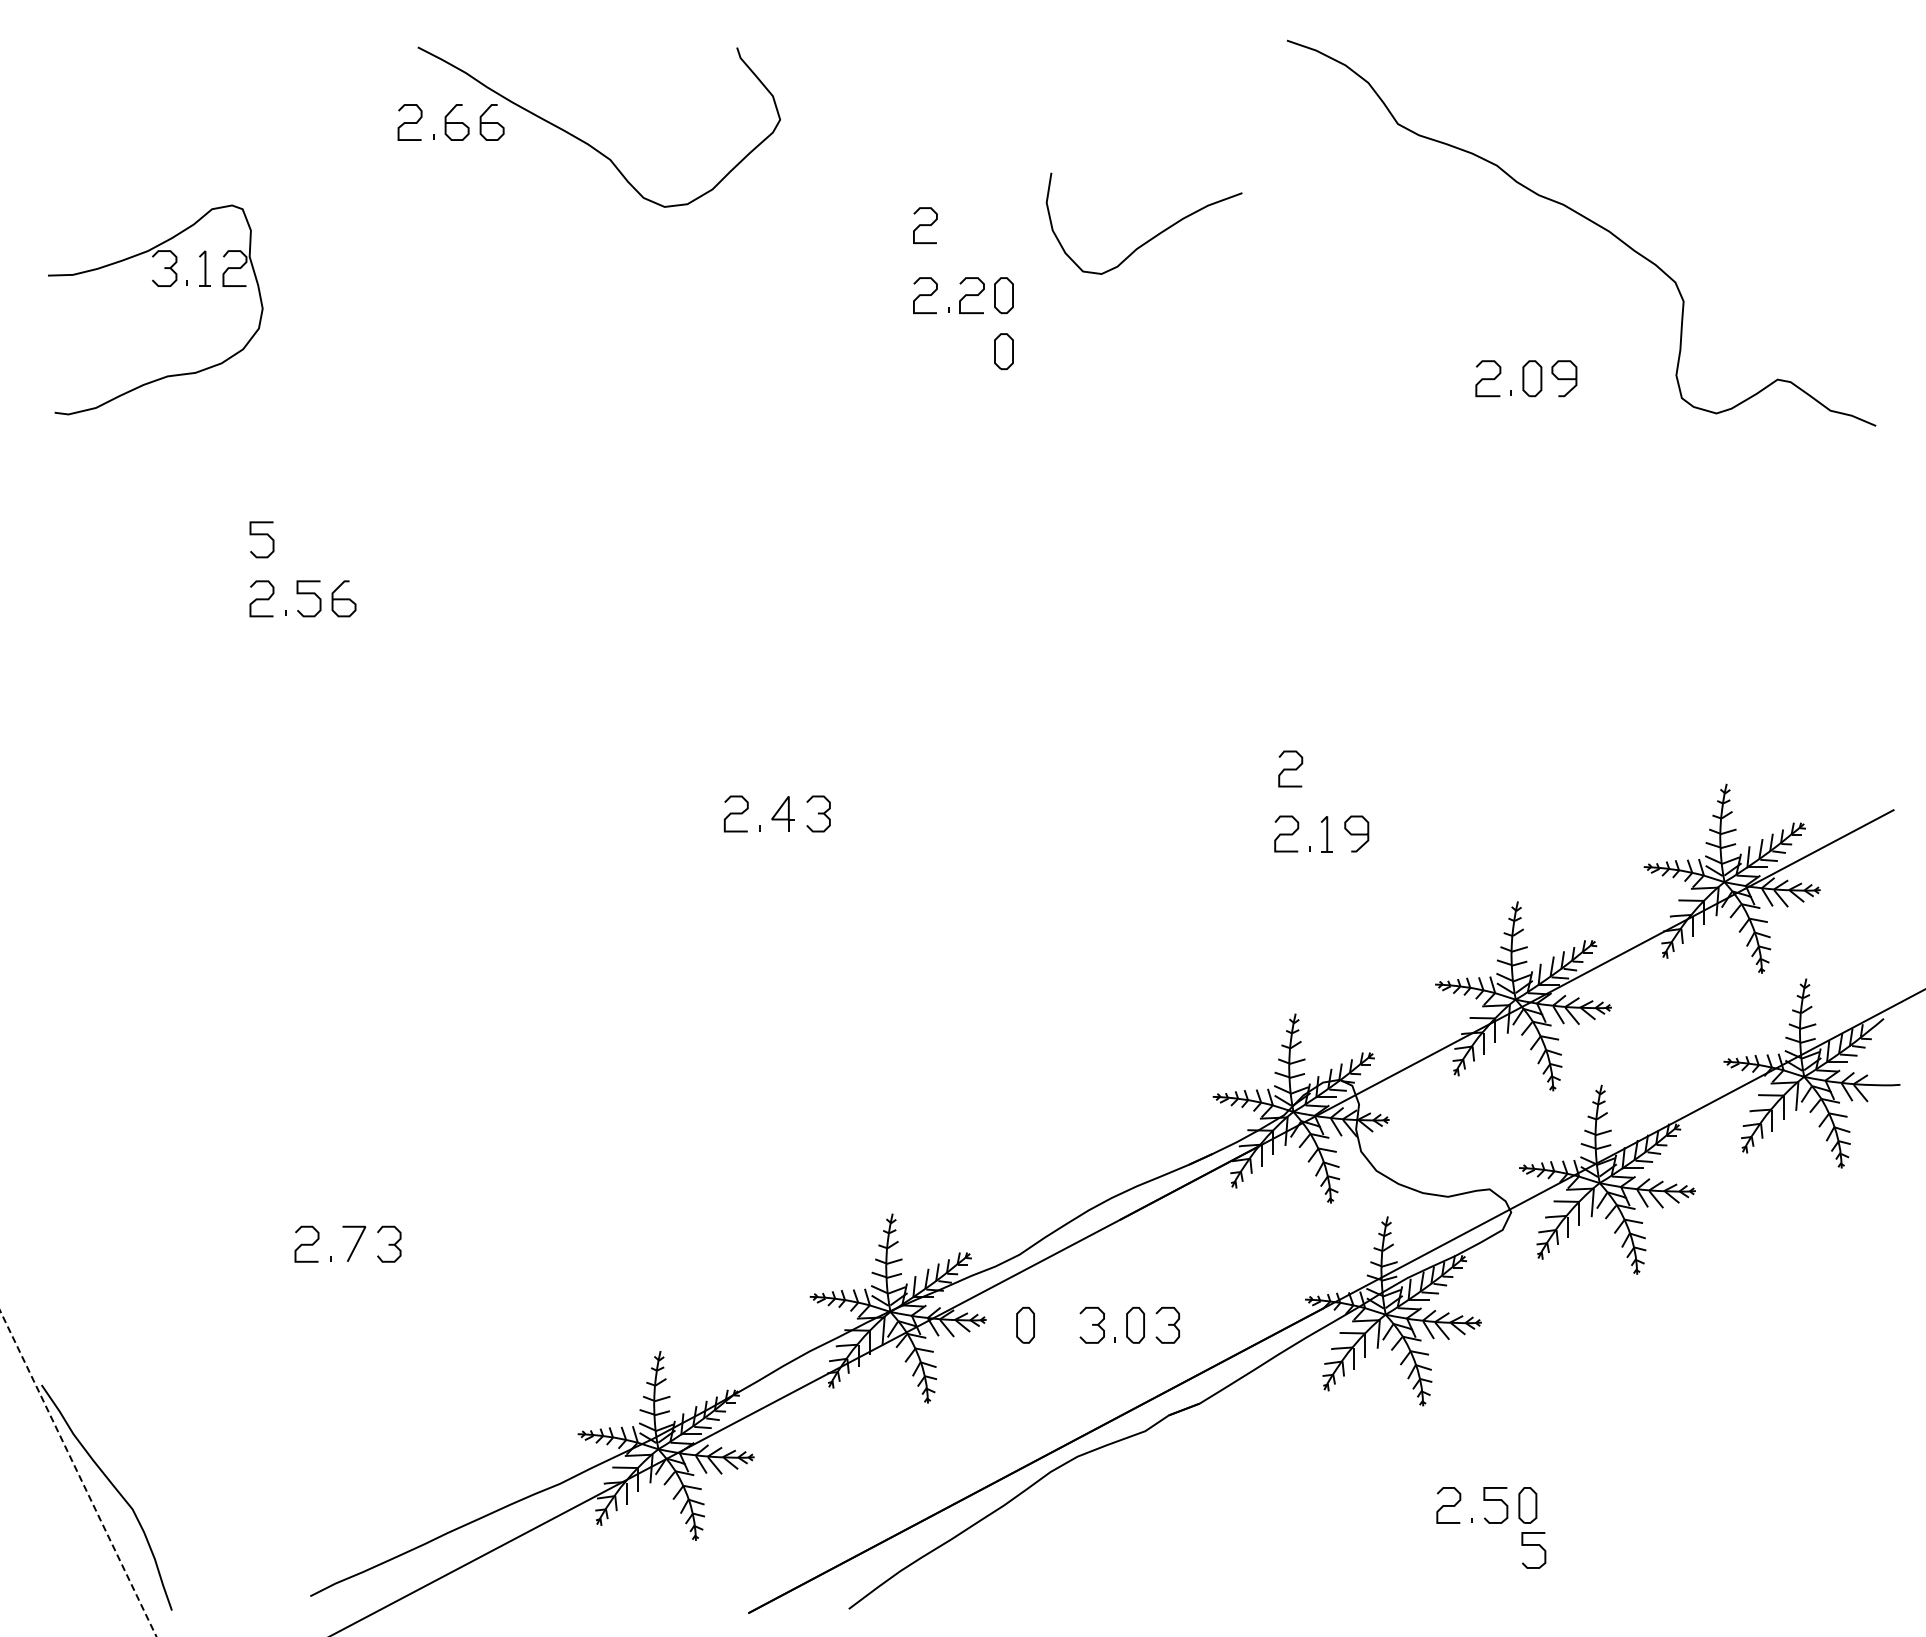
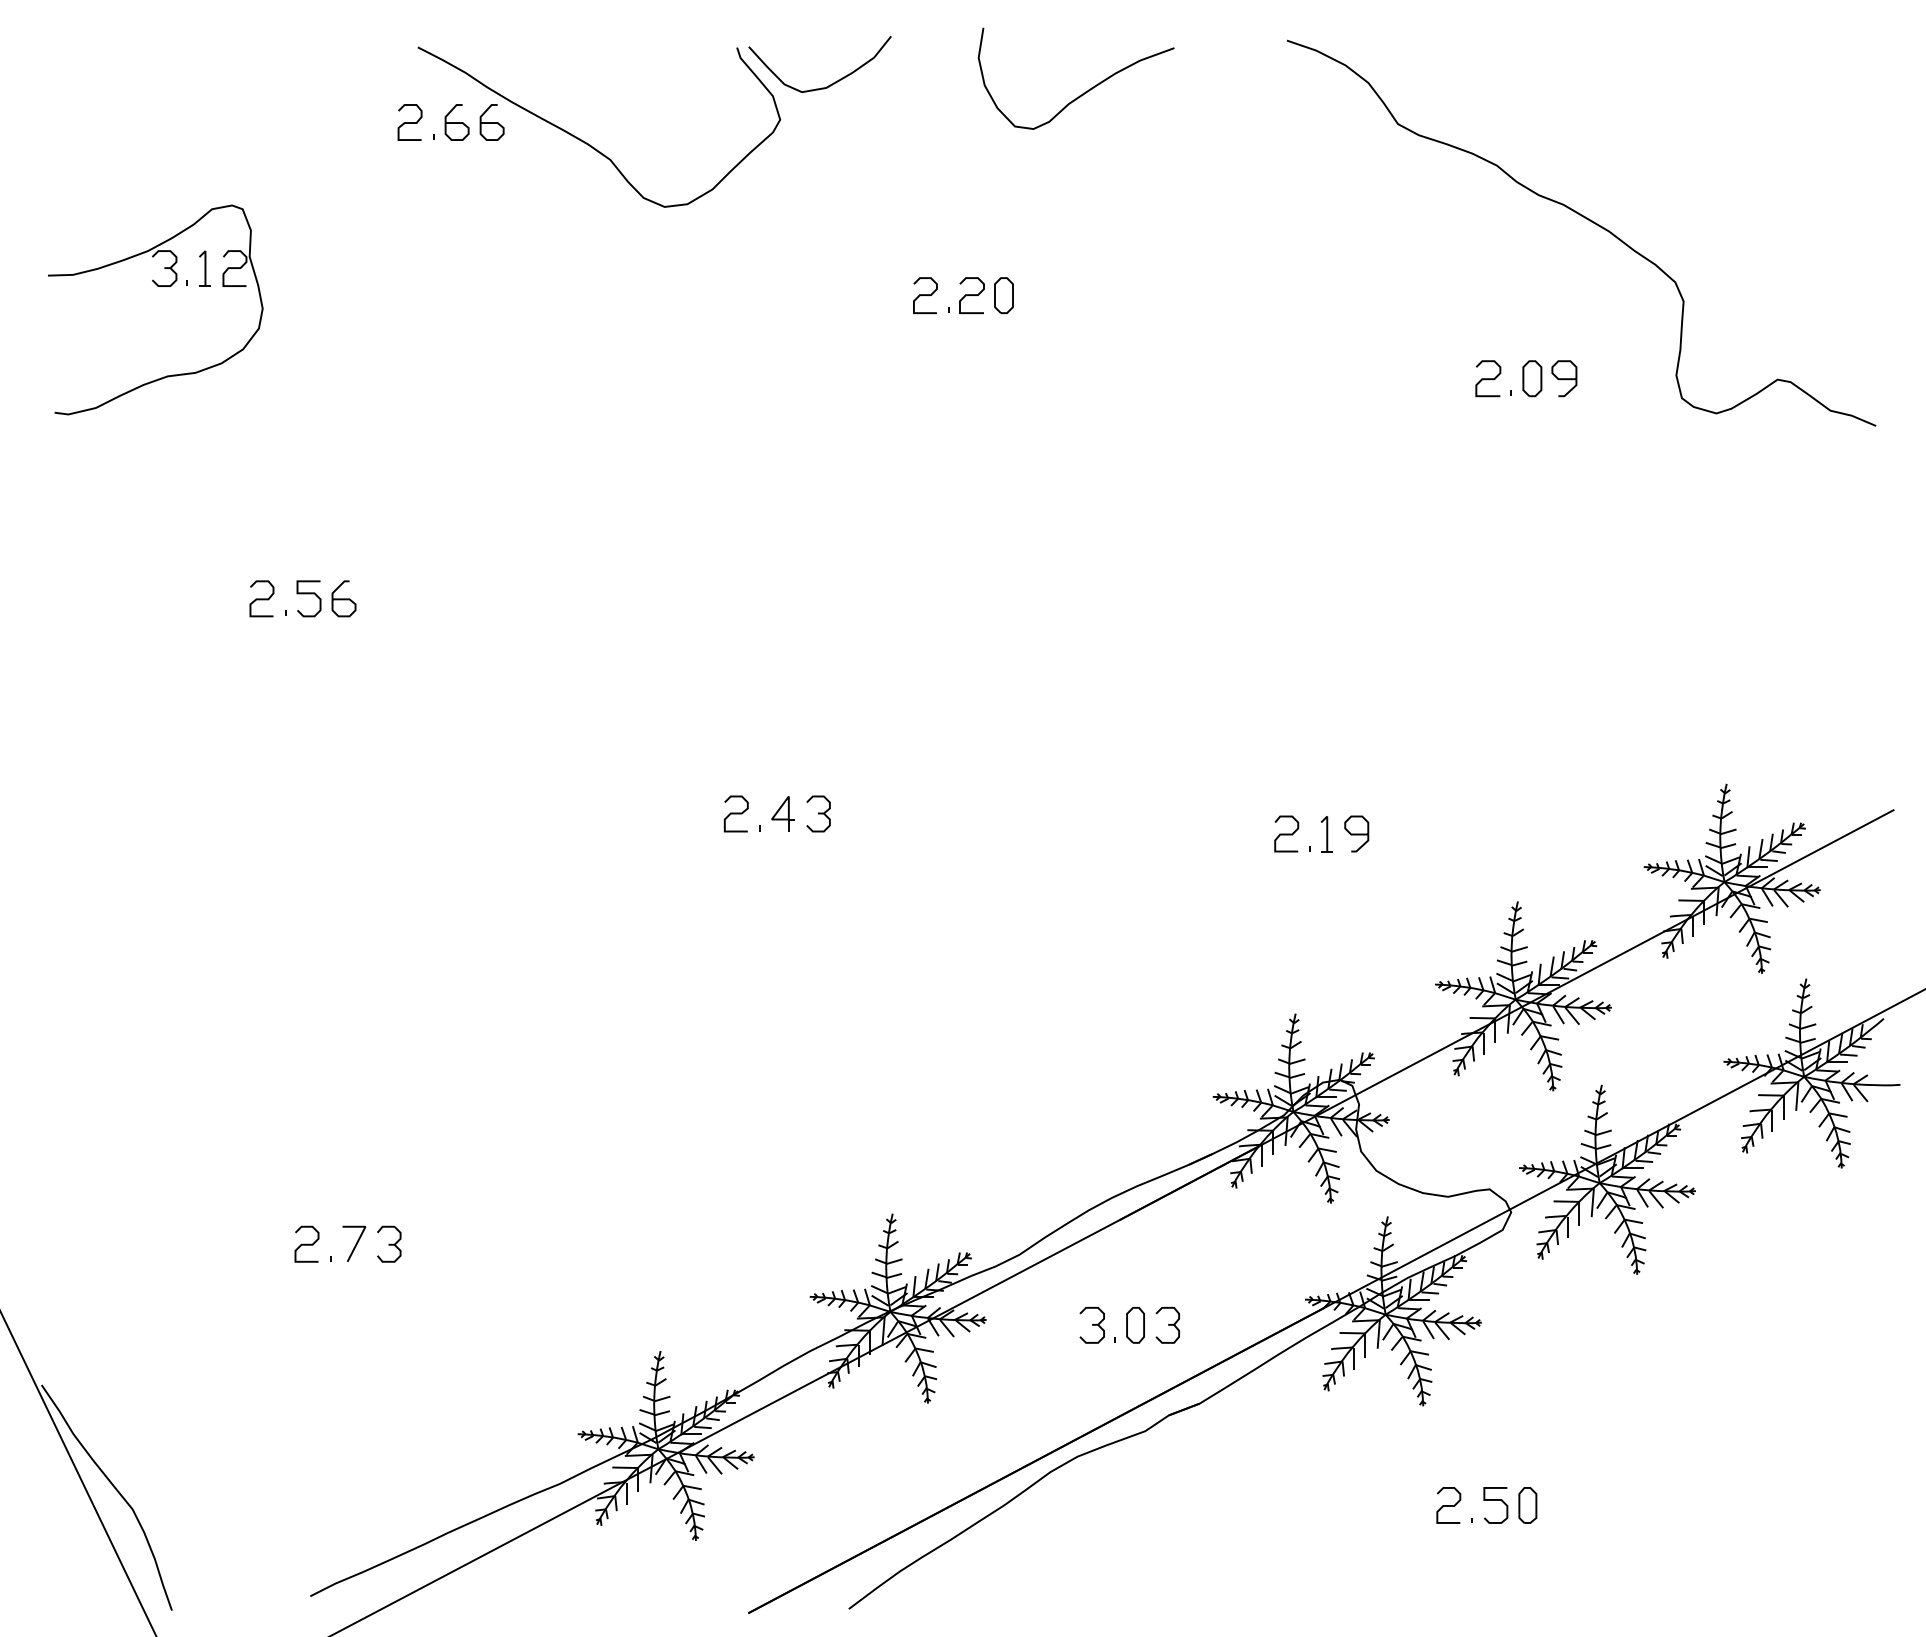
curve at (831, 83): none -> present
curve at (925, 225): present -> none
curve at (1153, 236) position: (1153, 236) -> (1085, 91)
part at (1003, 351): present -> none
curve at (261, 535): present -> none
curve at (1290, 768): present -> none
part at (1025, 1324): present -> none
line at (78, 1474): dashed -> solid
curve at (1533, 1545): present -> none
